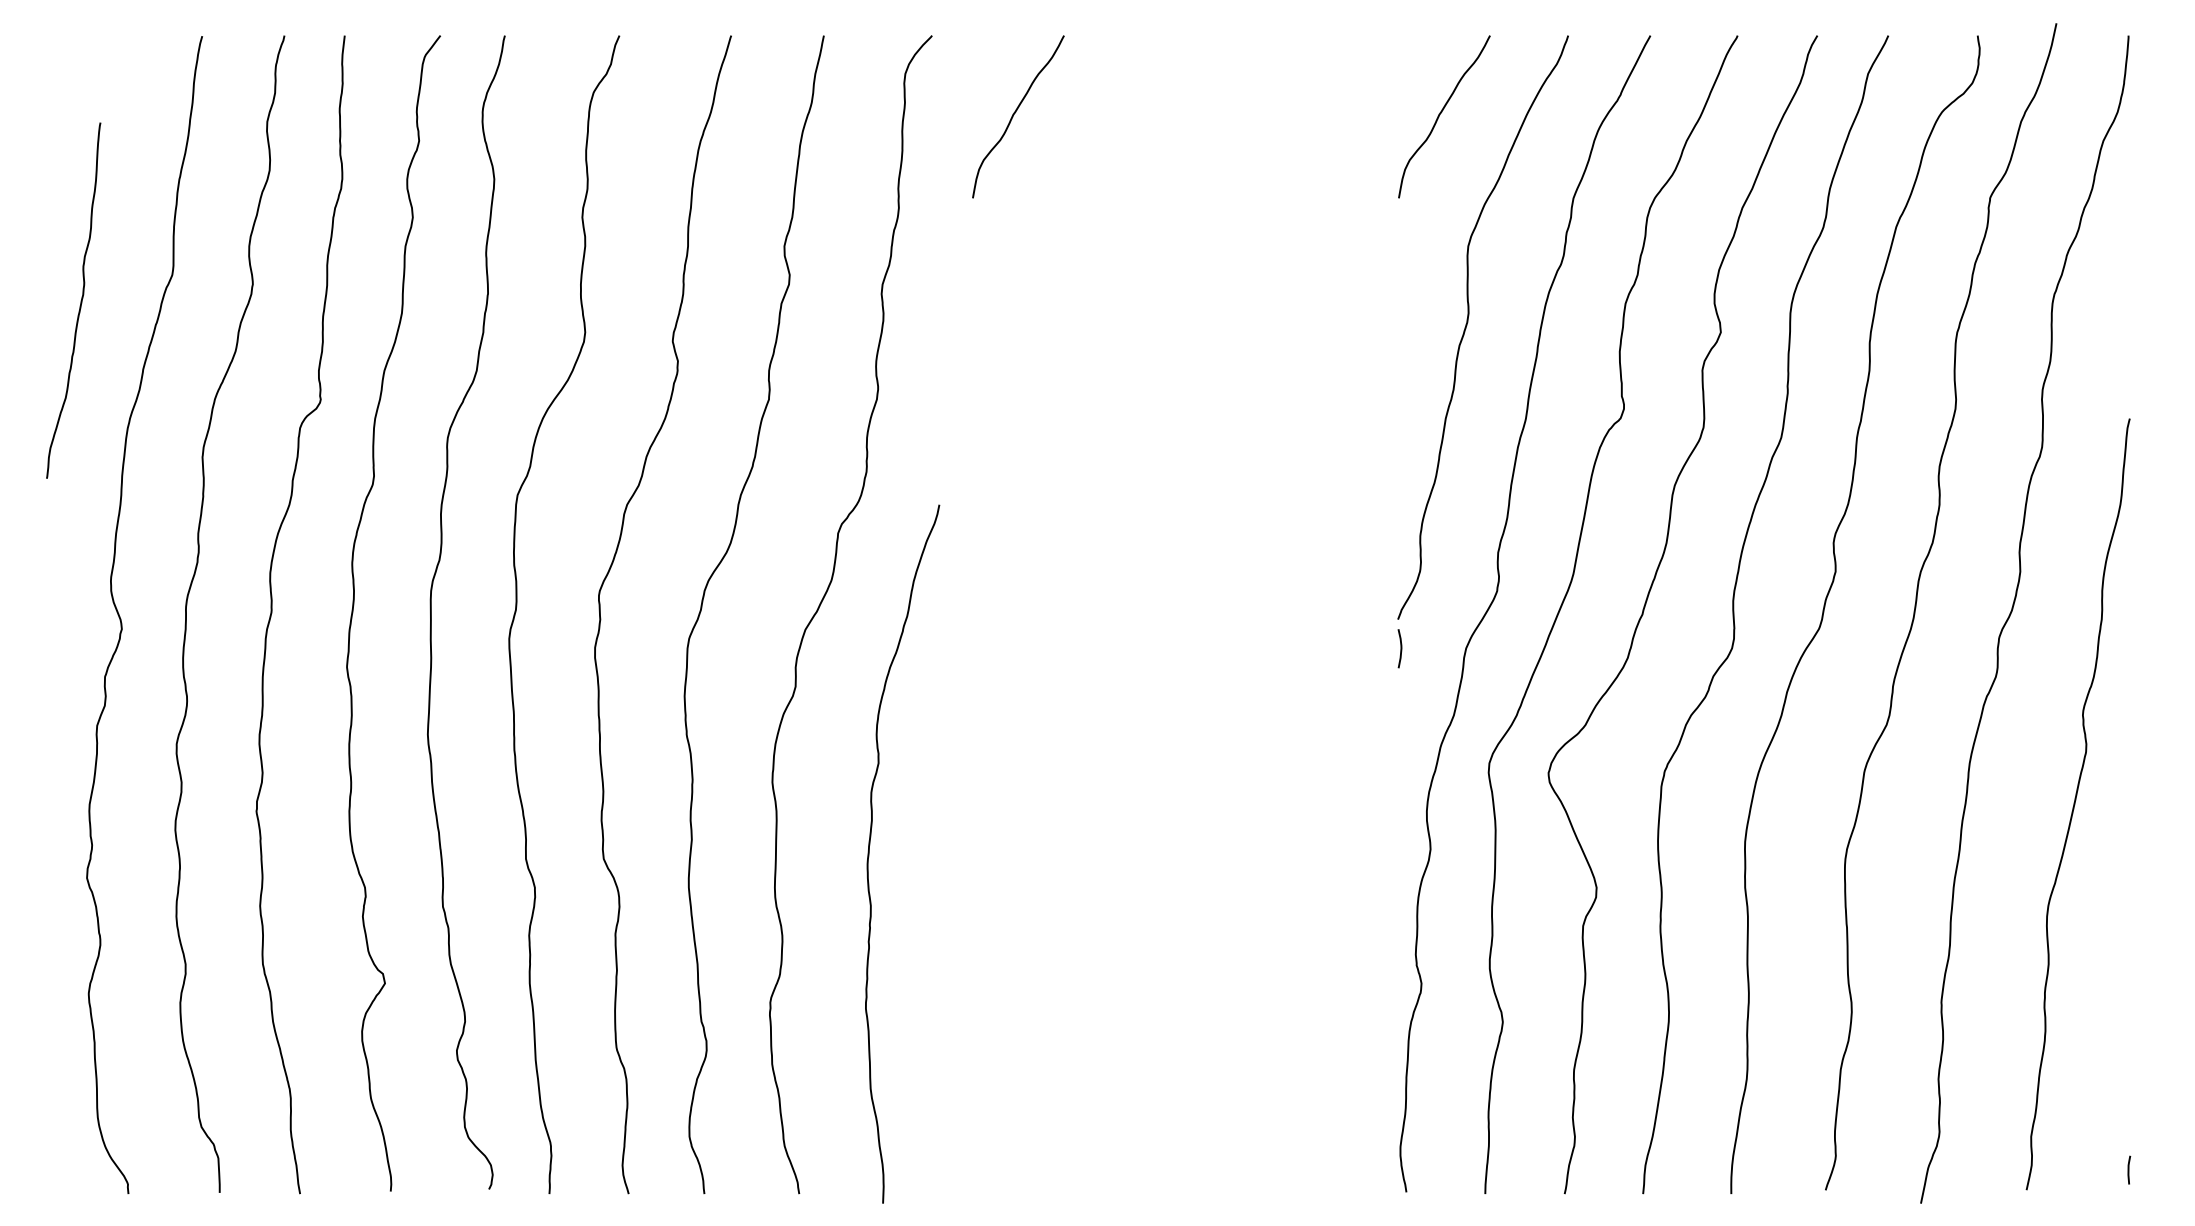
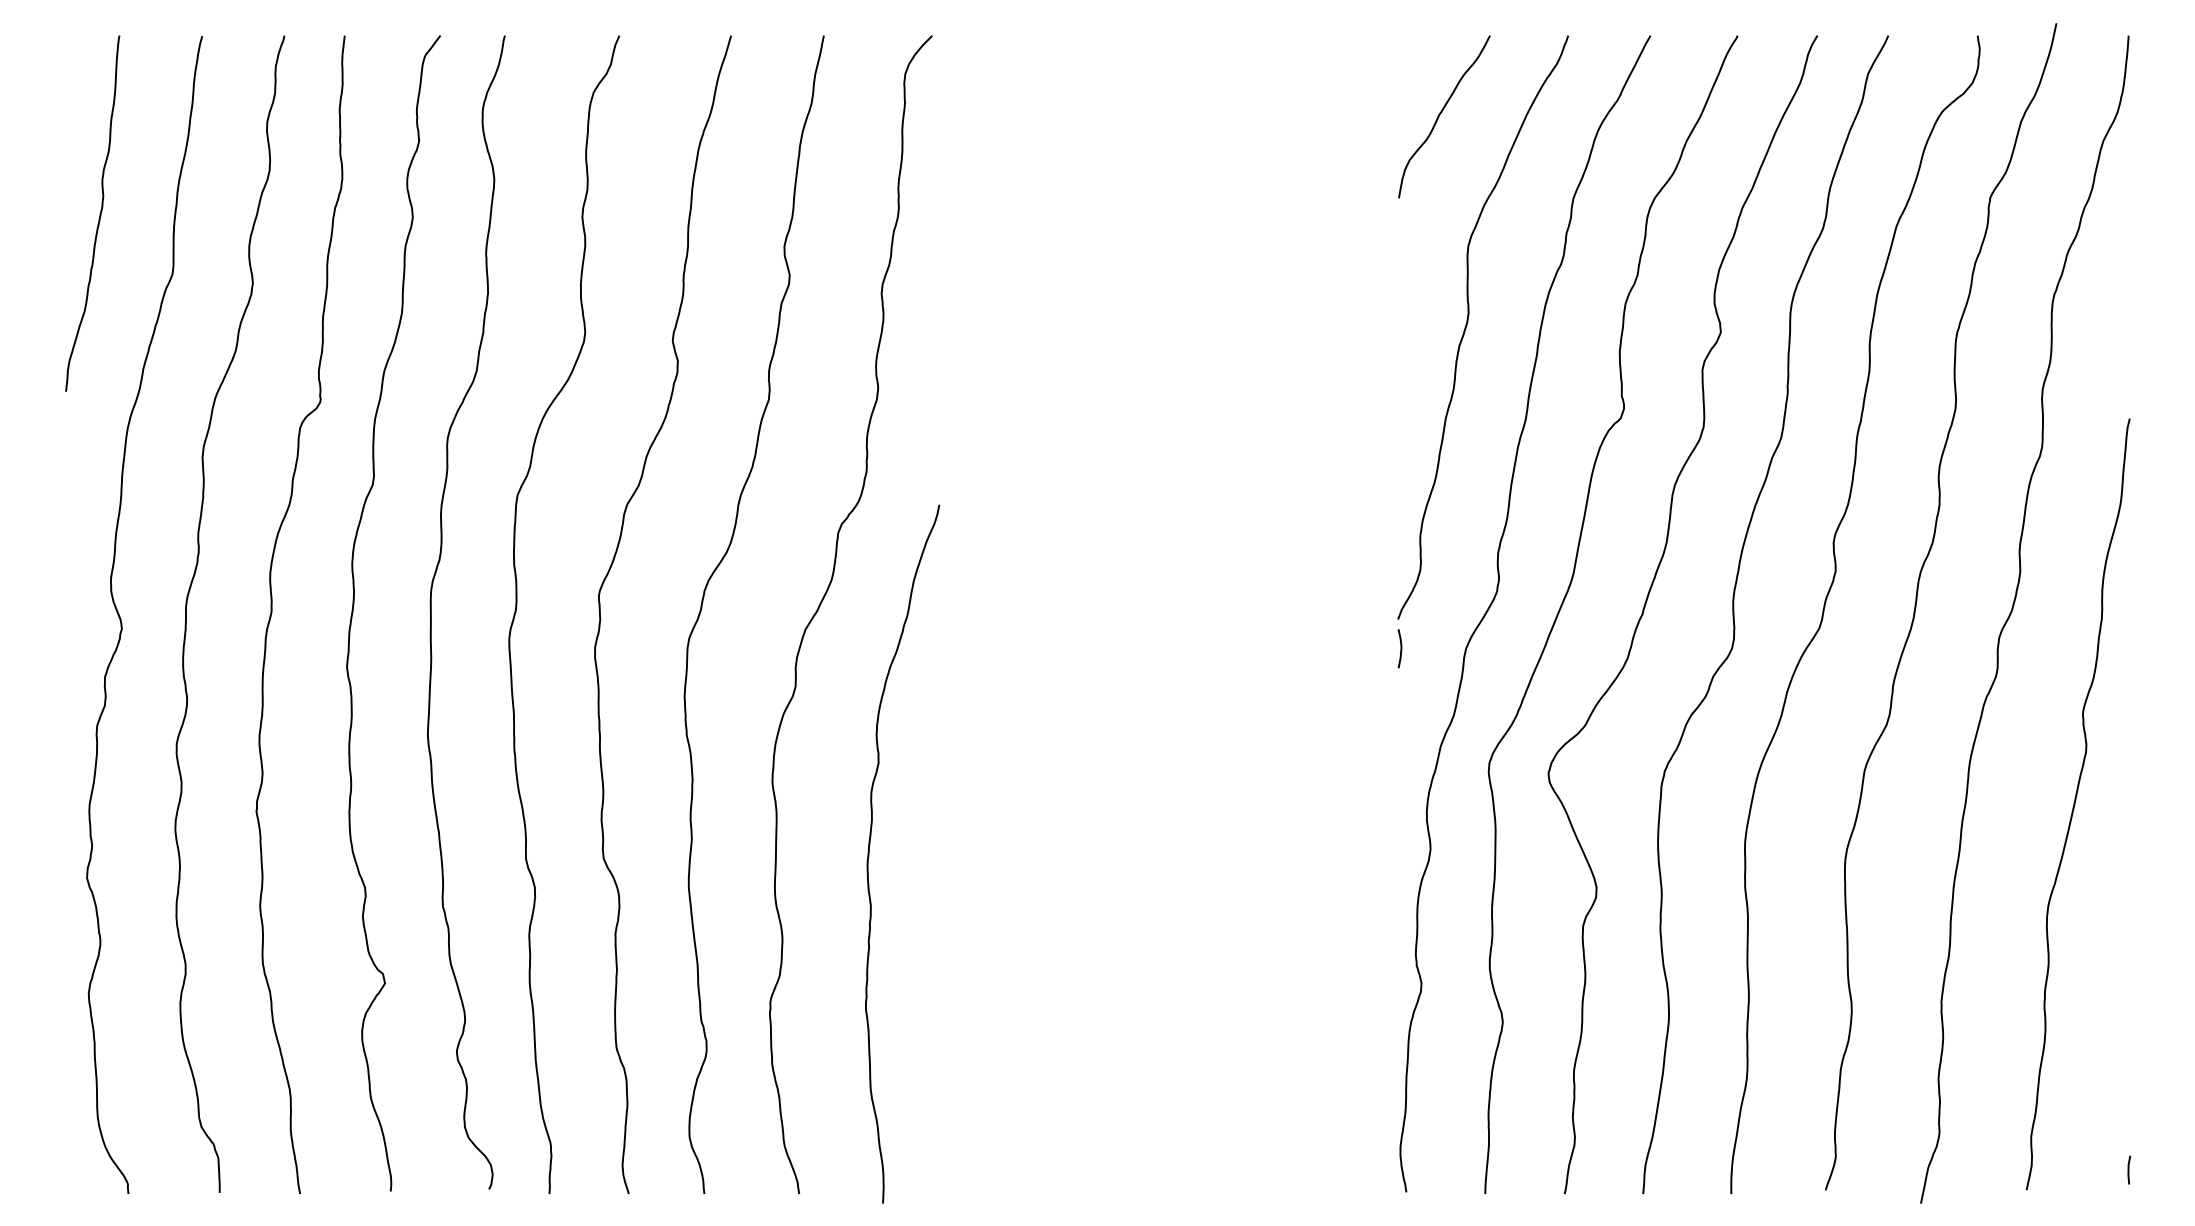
curve at (1015, 113): present -> none
curve at (80, 300) position: (80, 300) -> (99, 213)
